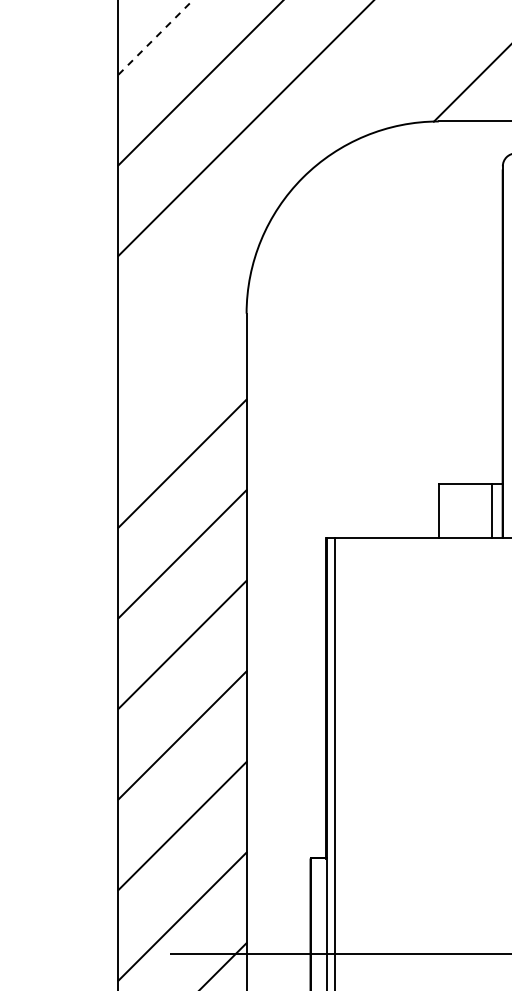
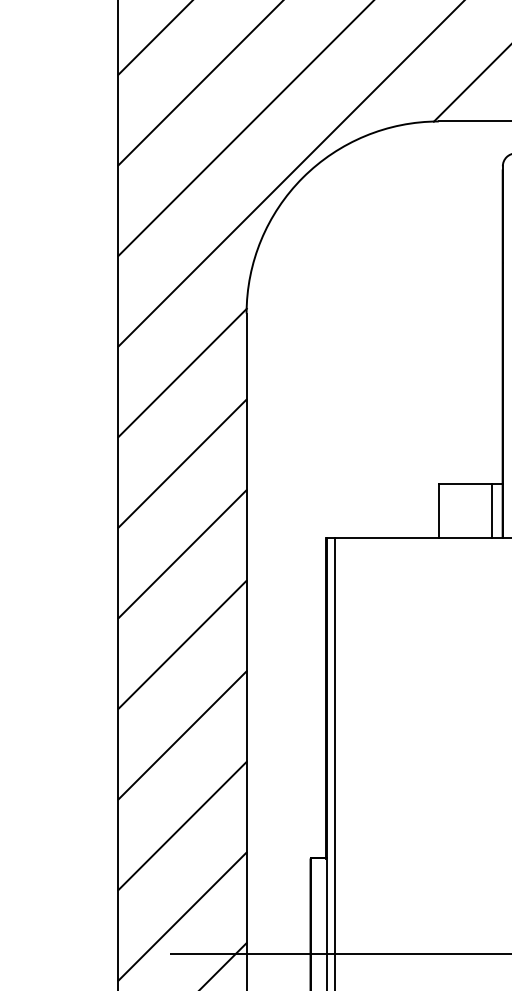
line at (155, 37): dashed -> solid
line at (290, 174): none -> present
line at (182, 372): none -> present
